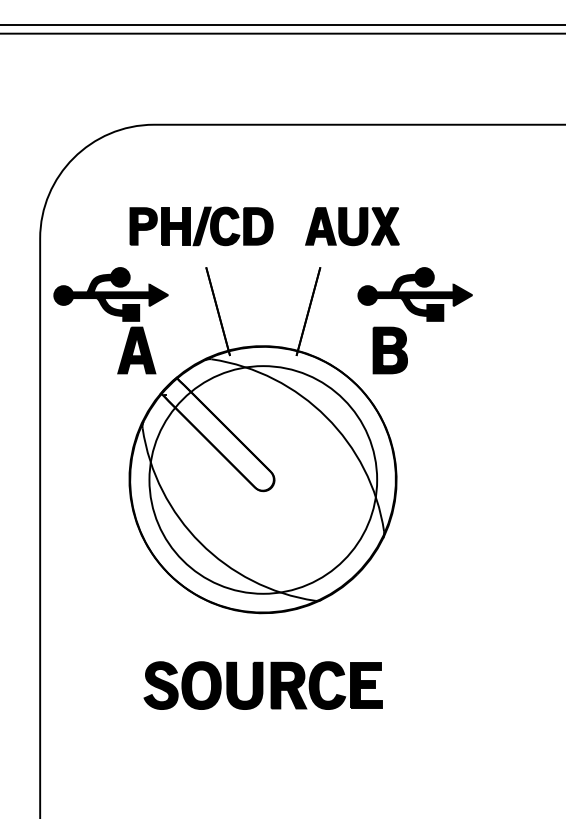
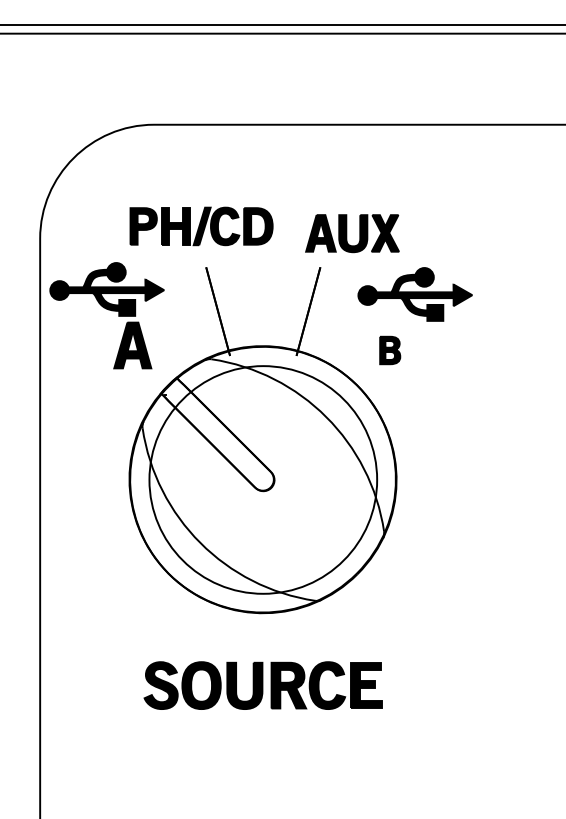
part at (352, 226) position: (352, 226) -> (352, 233)
part at (110, 320) position: (110, 320) -> (106, 315)
part at (389, 350) size: 36x49 px -> 23x31 px
